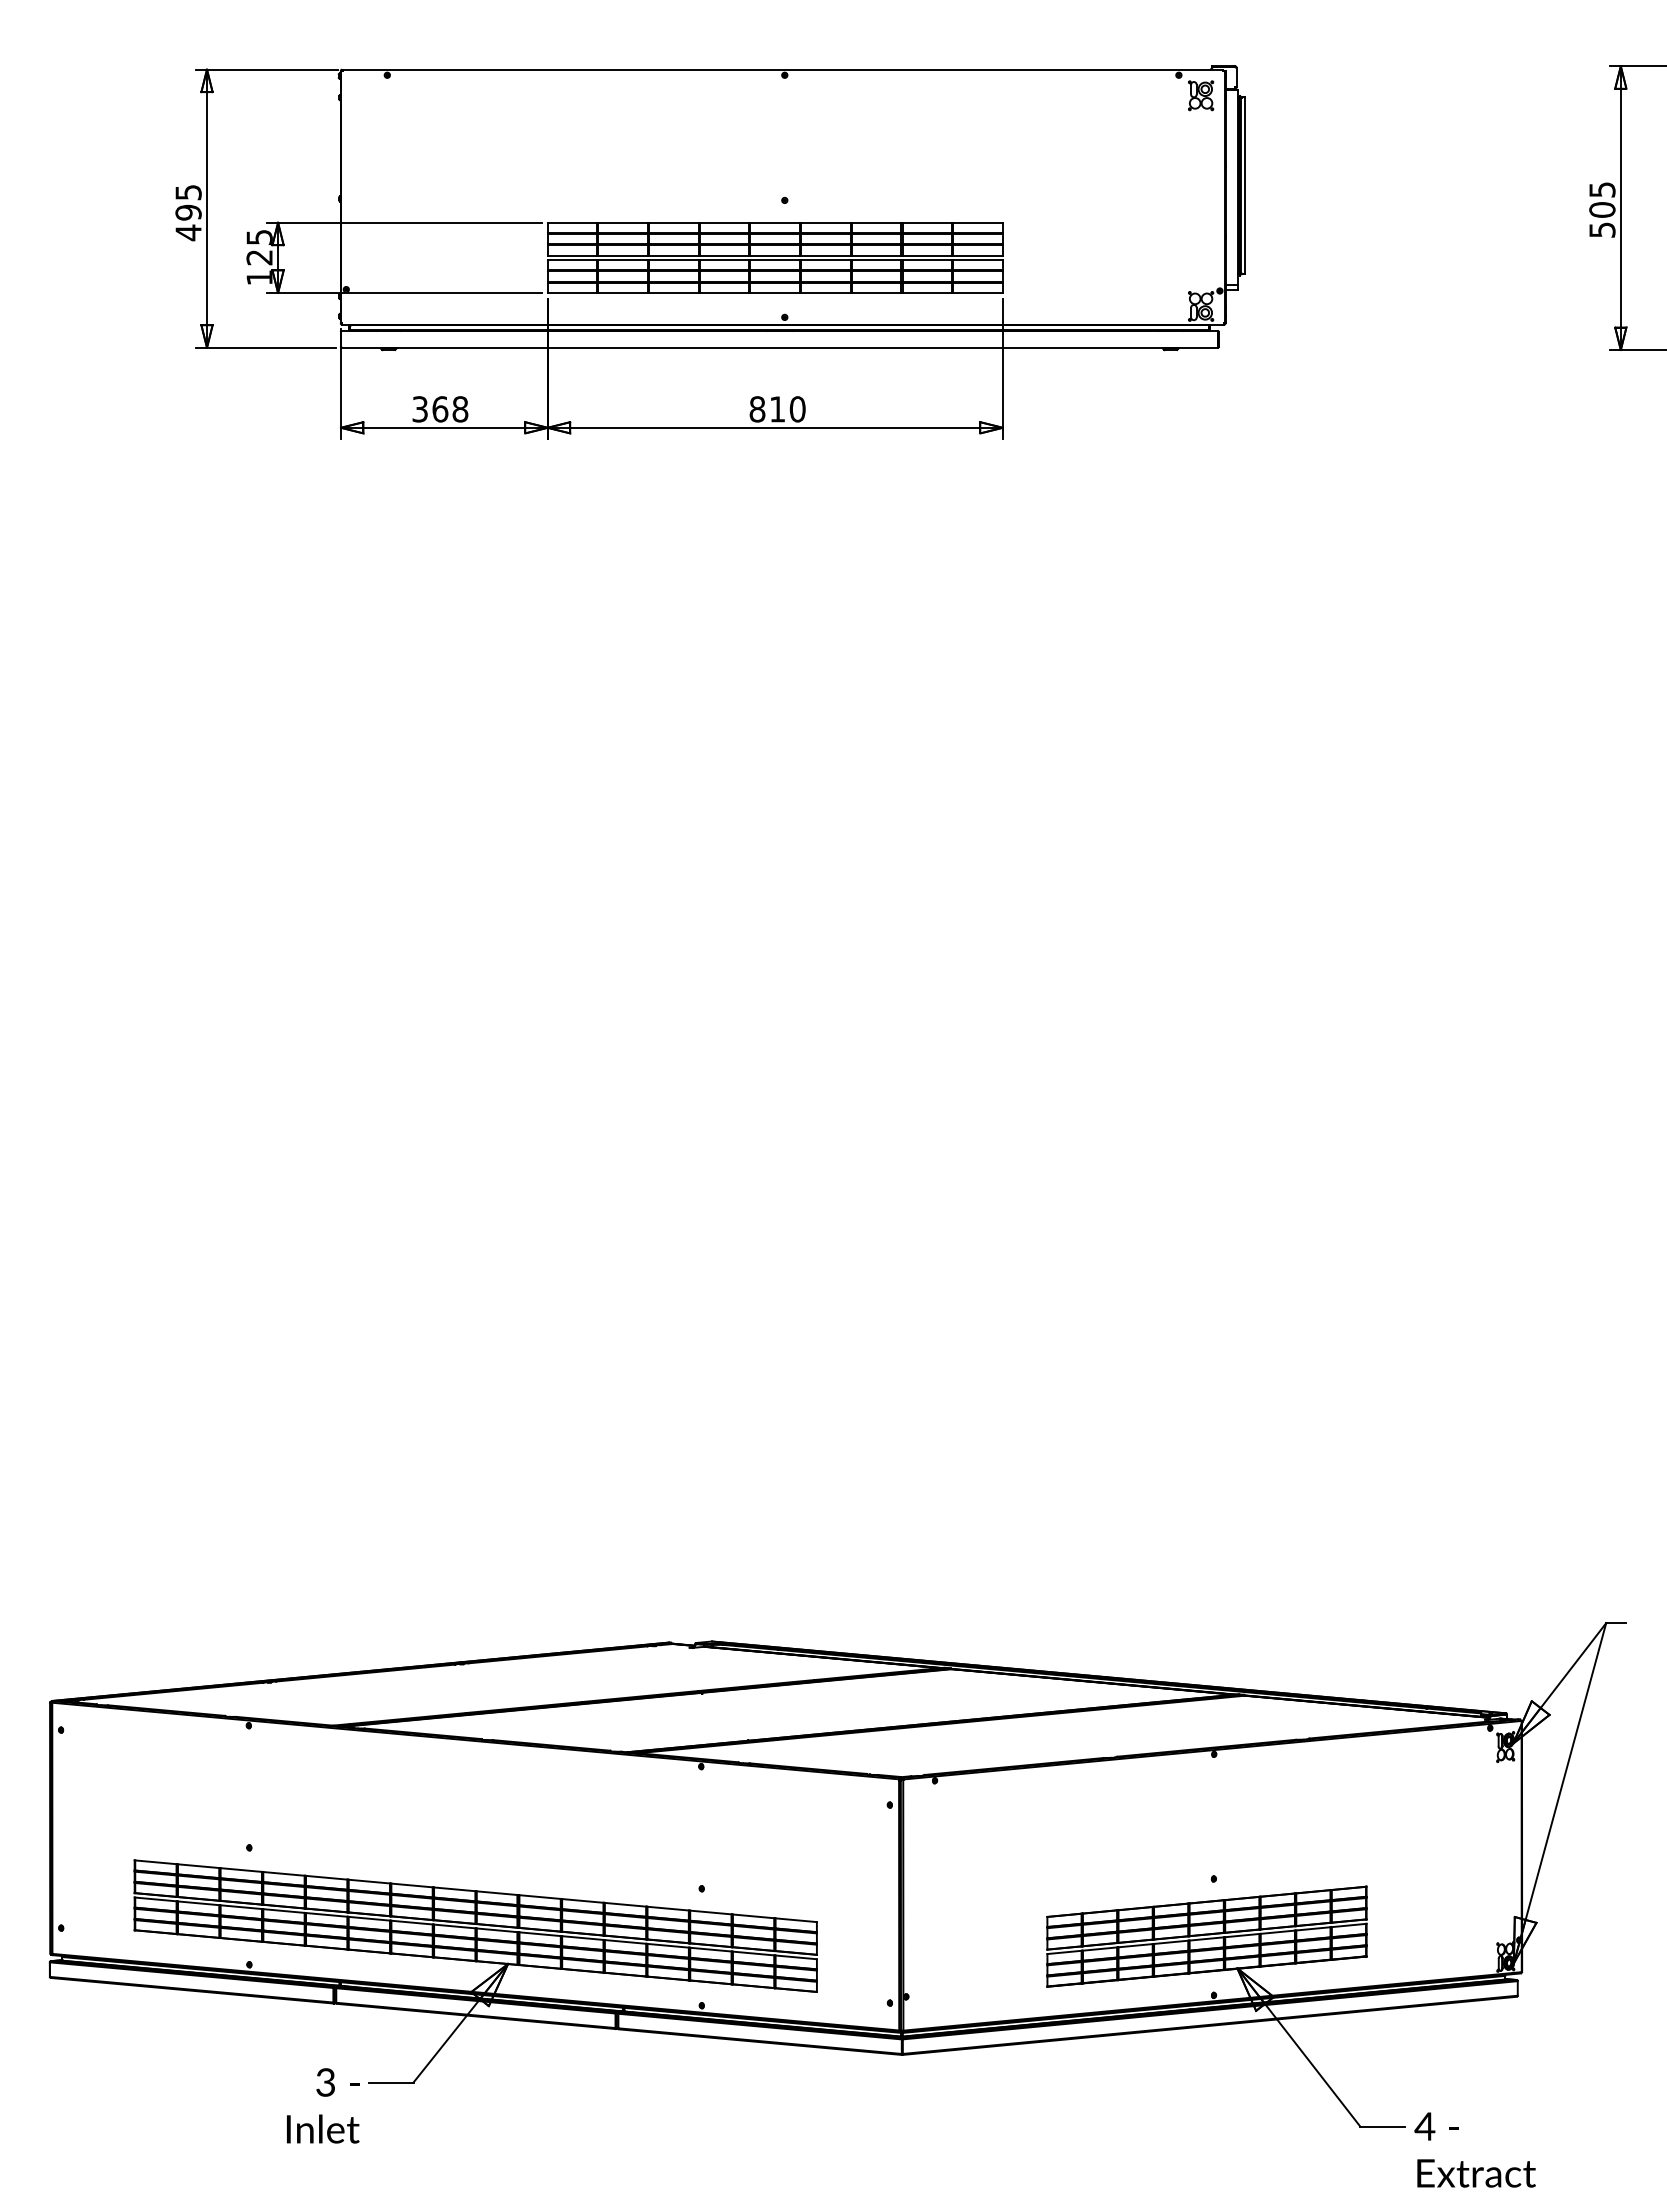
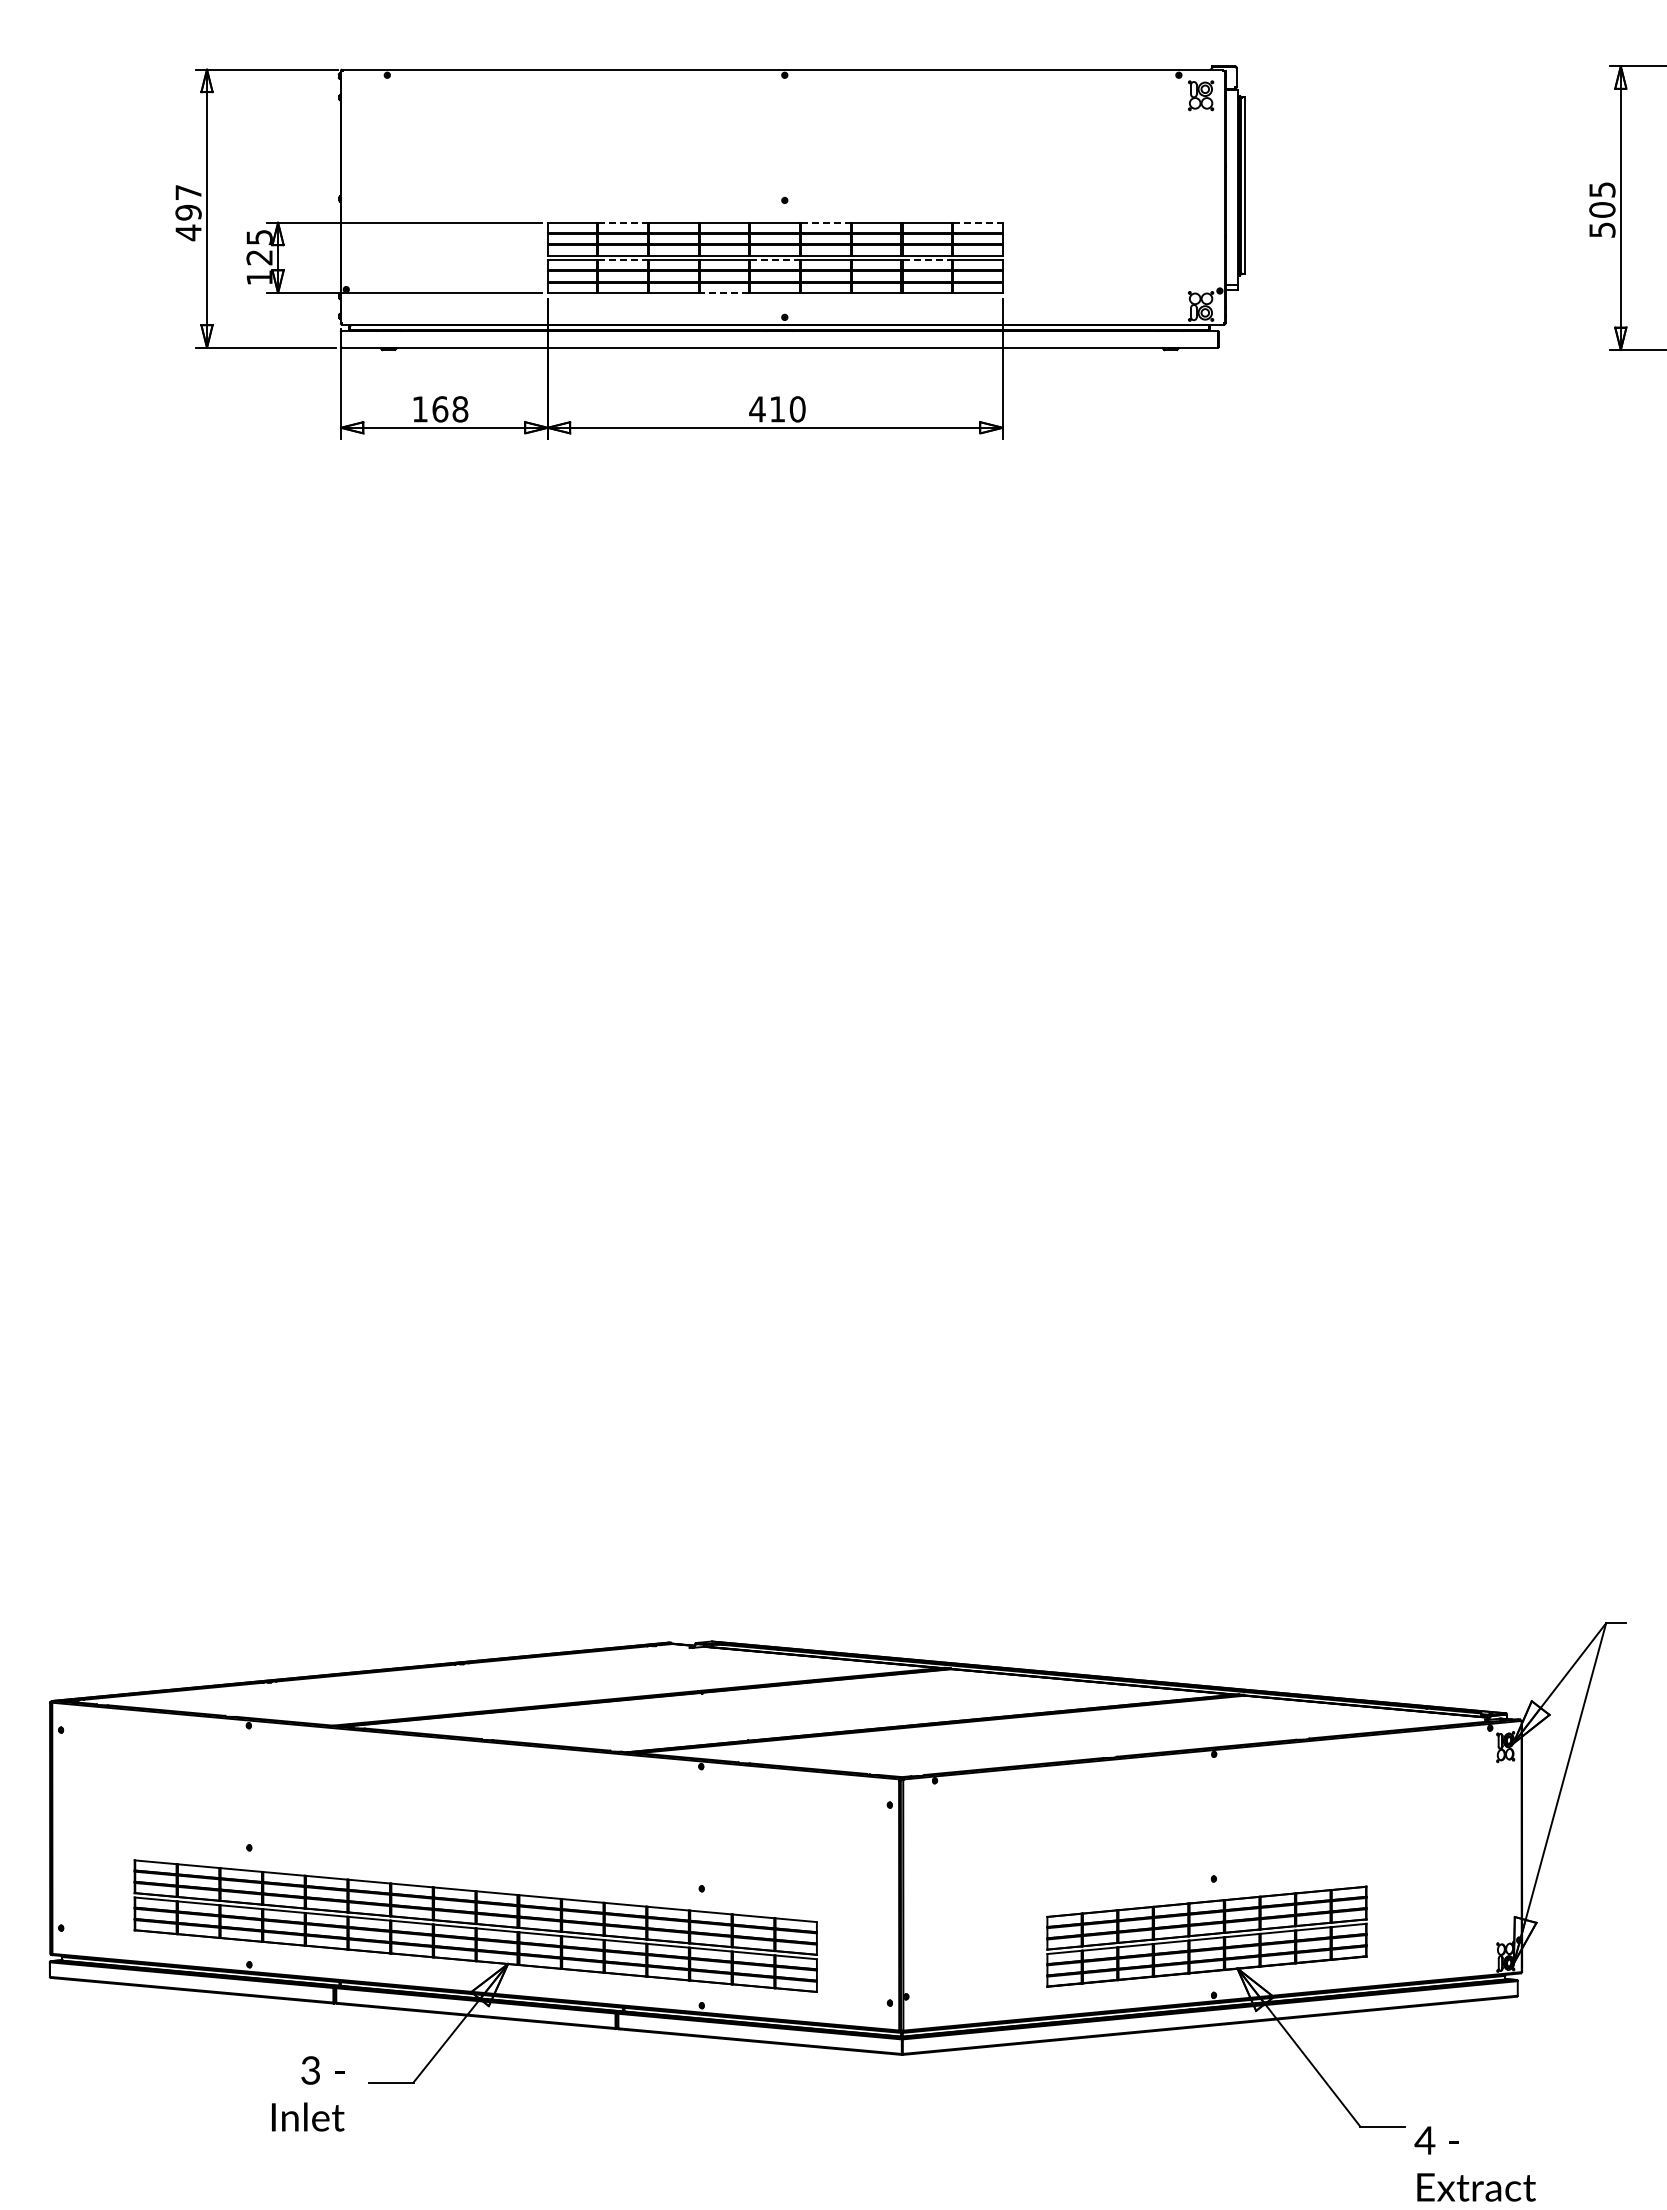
text at (188, 192): 495 -> 497
line at (623, 222): solid -> dashed
line at (825, 222): solid -> dashed
line at (978, 222): solid -> dashed
line at (623, 260): solid -> dashed
line at (775, 260): solid -> dashed
line at (927, 260): solid -> dashed
line at (724, 292): solid -> dashed
text at (419, 409): 368 -> 168
text at (757, 409): 810 -> 410
text at (323, 2105) position: (323, 2105) -> (308, 2093)
text at (1474, 2149) position: (1474, 2149) -> (1474, 2163)
